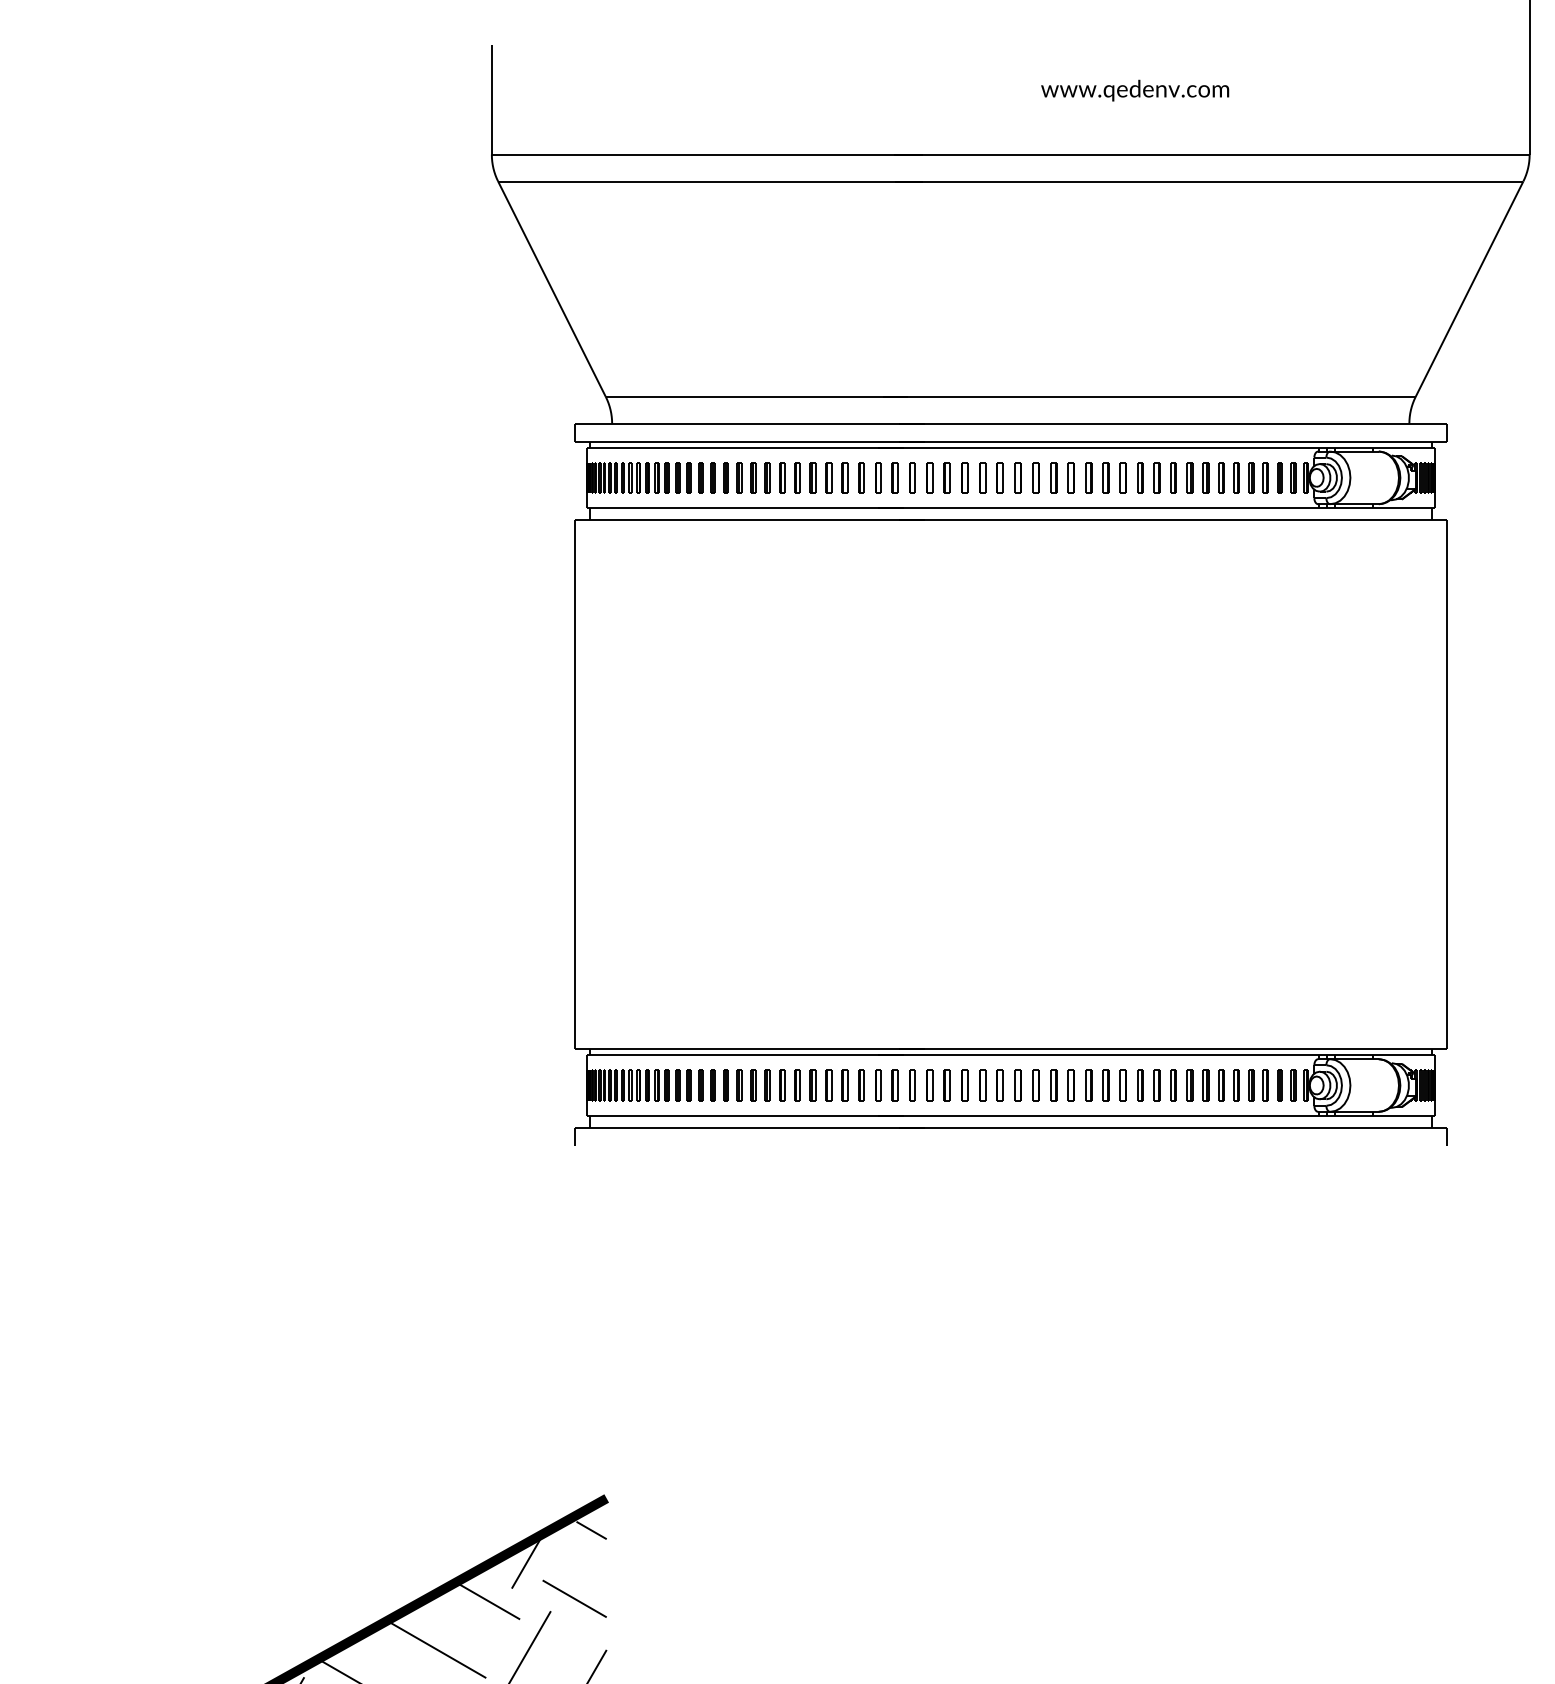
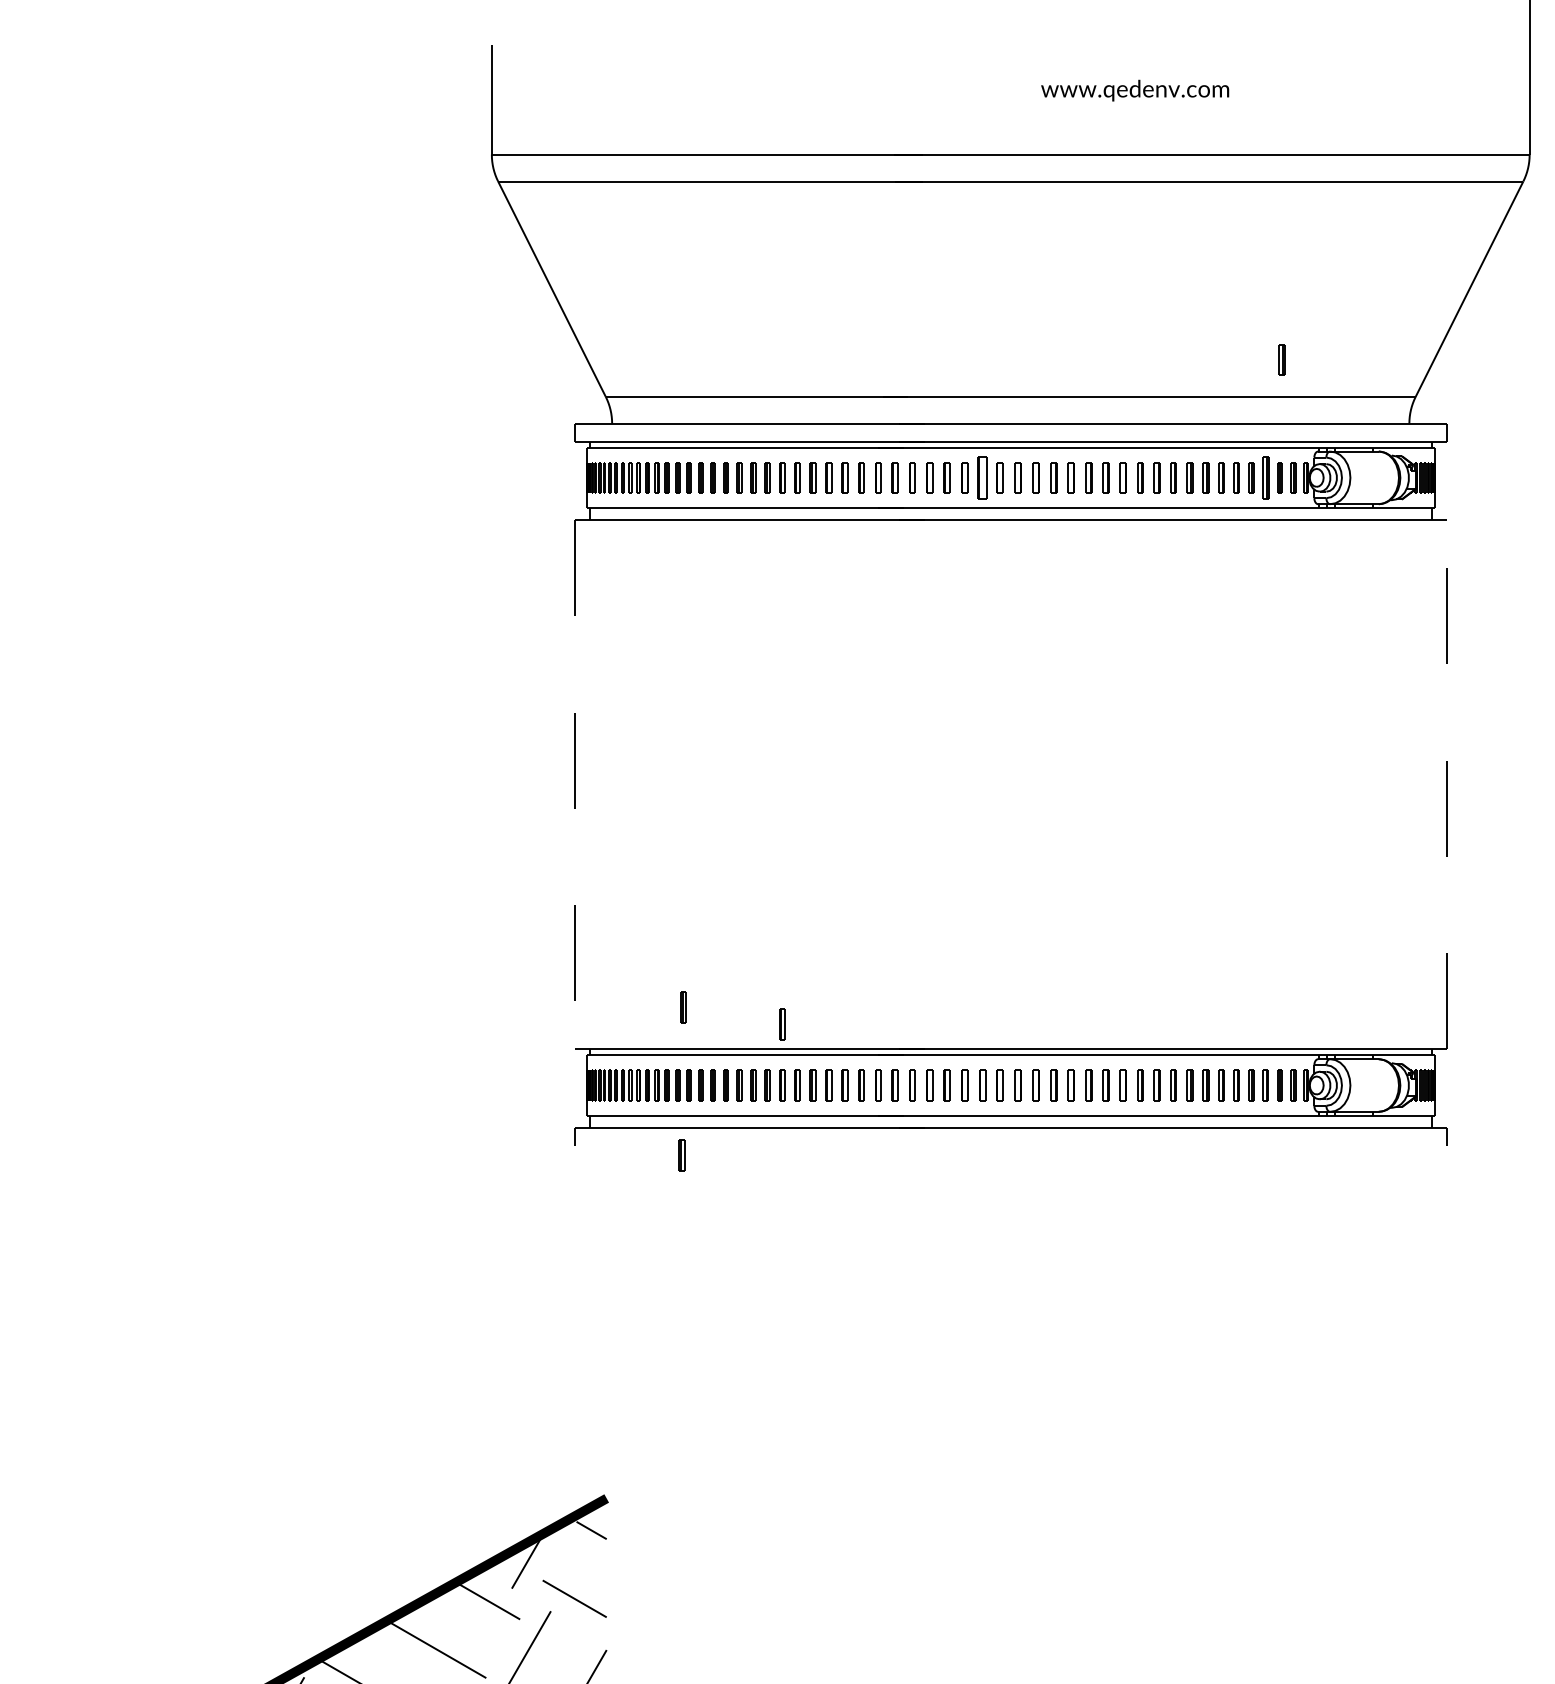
part at (1281, 359): none -> present
part at (982, 477) size: 8x32 px -> 11x44 px
part at (1265, 477) size: 7x32 px -> 8x44 px
line at (574, 784): solid -> dashed
line at (1446, 784): solid -> dashed
part at (683, 1007): none -> present
part at (782, 1024): none -> present
part at (681, 1155): none -> present
